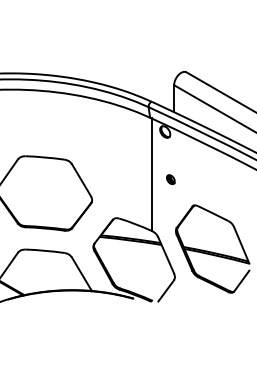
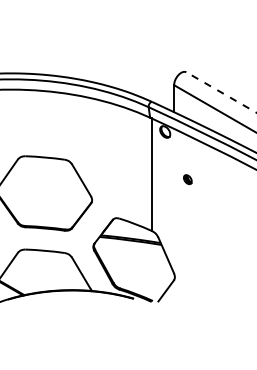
line at (220, 92): solid -> dashed
part at (170, 179) position: (170, 179) -> (187, 179)
part at (212, 248): present -> none
